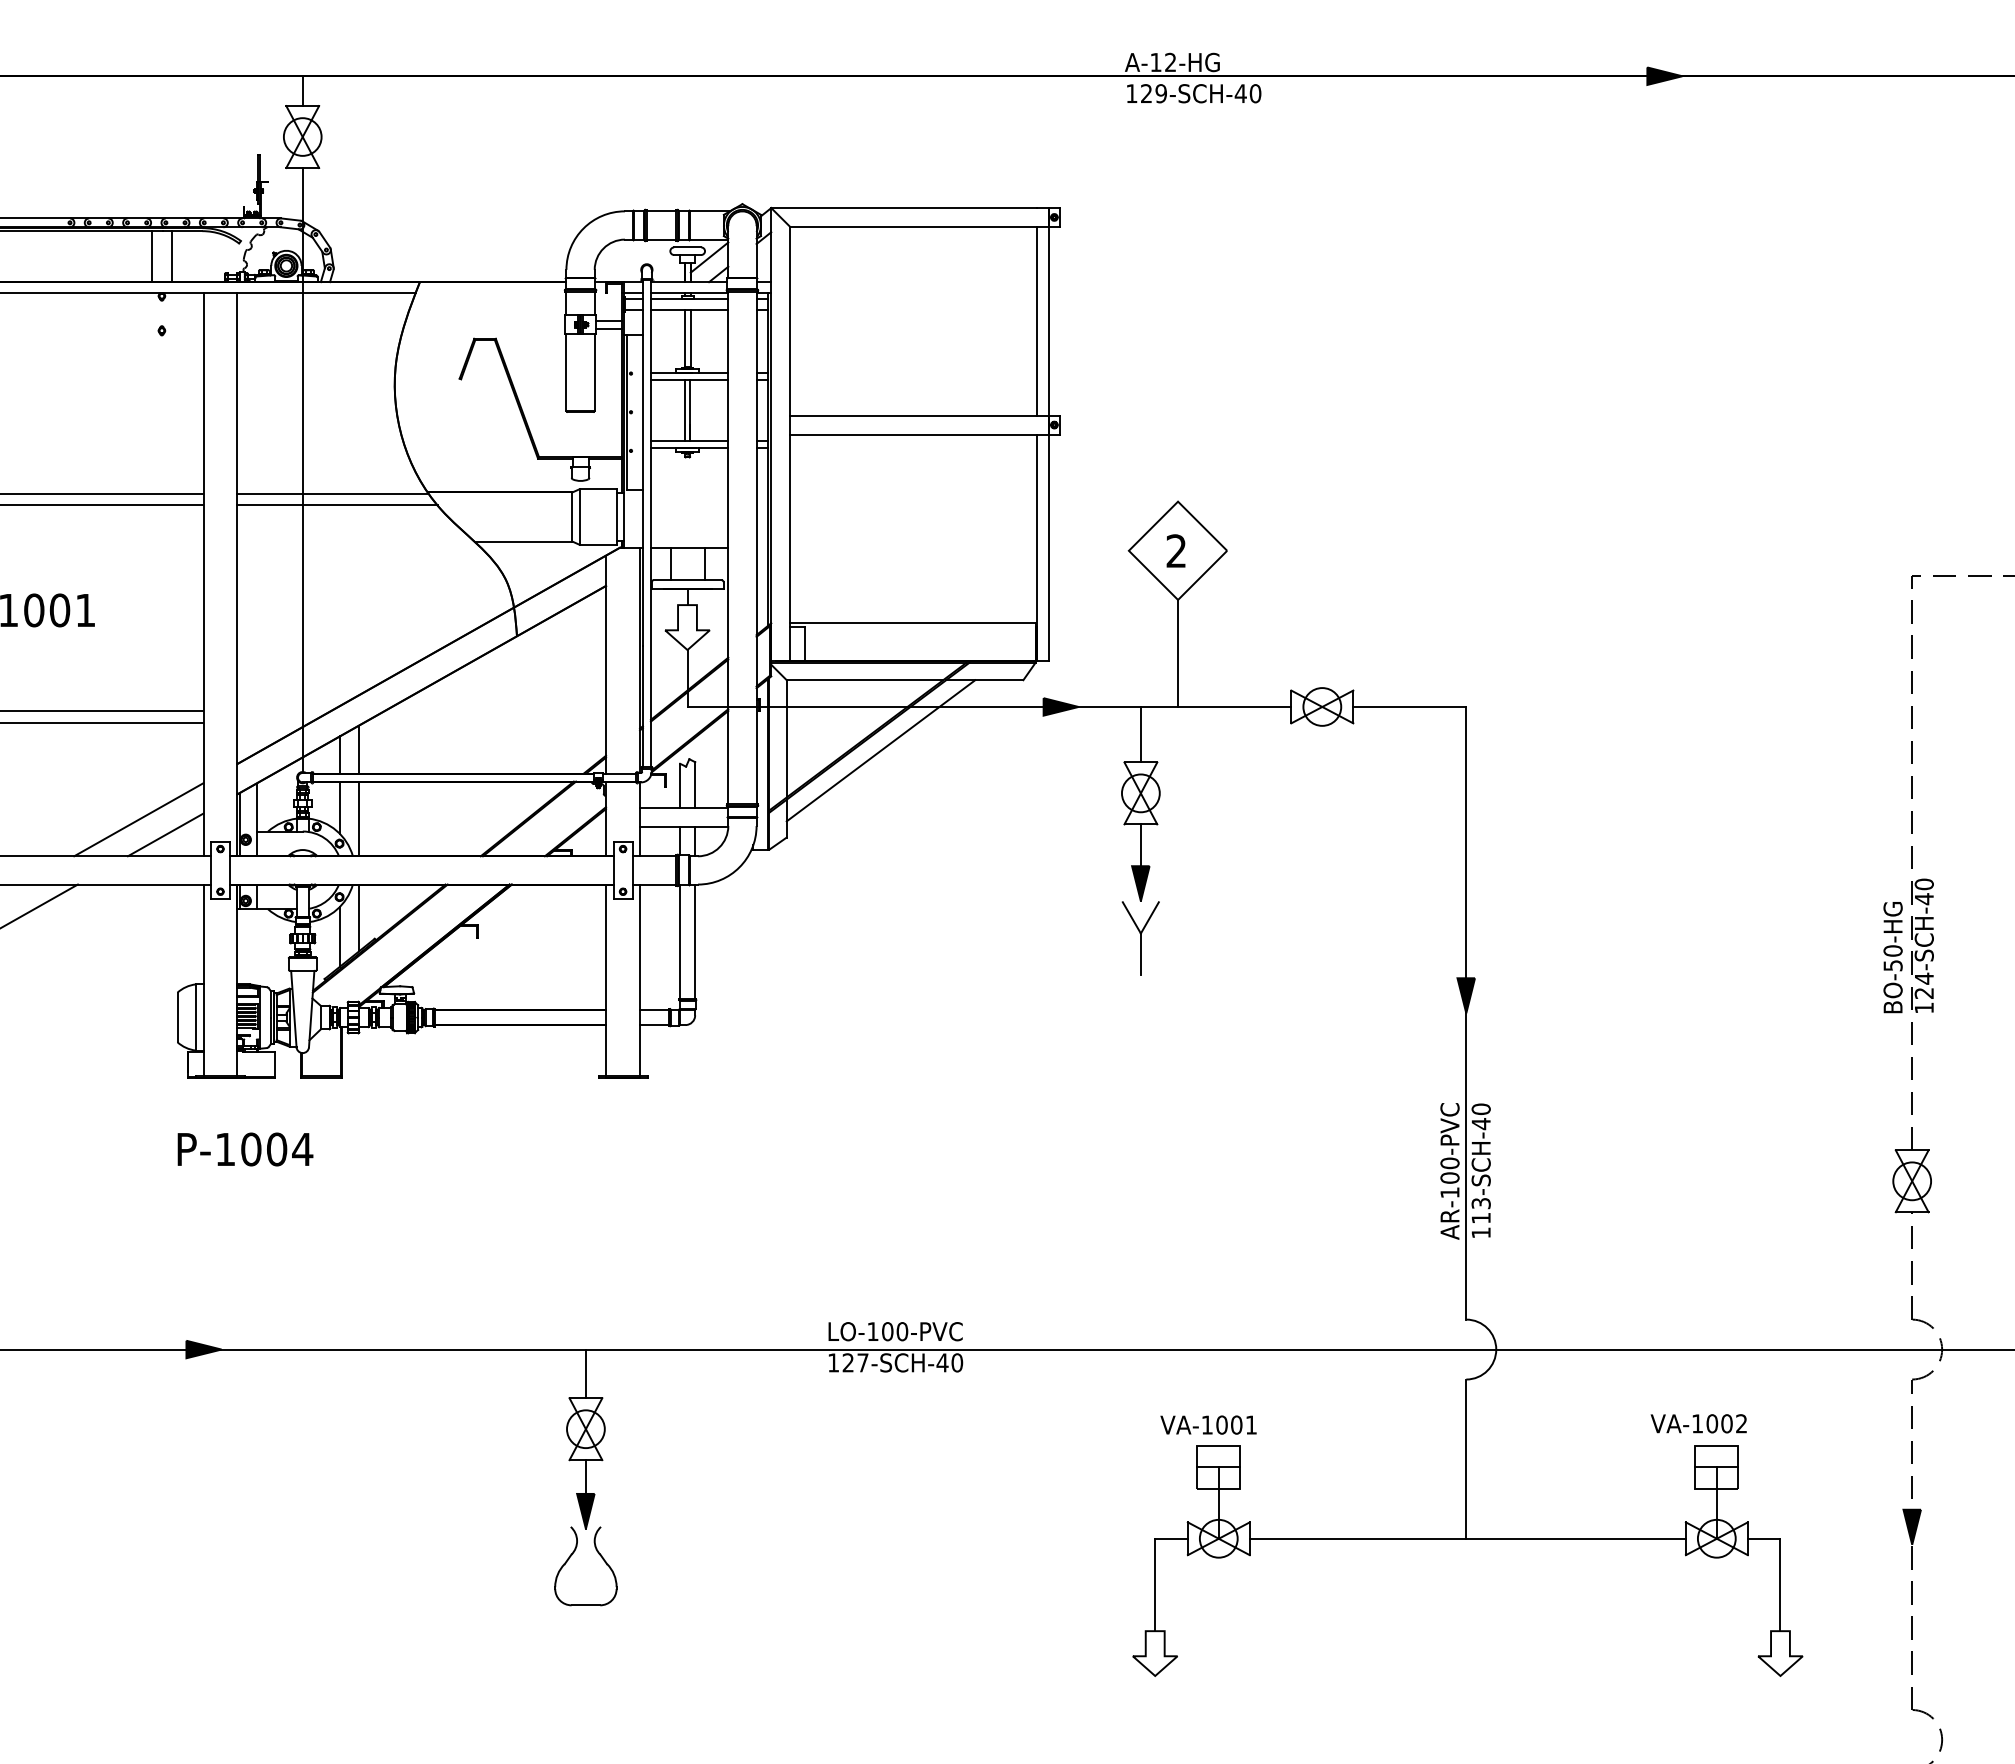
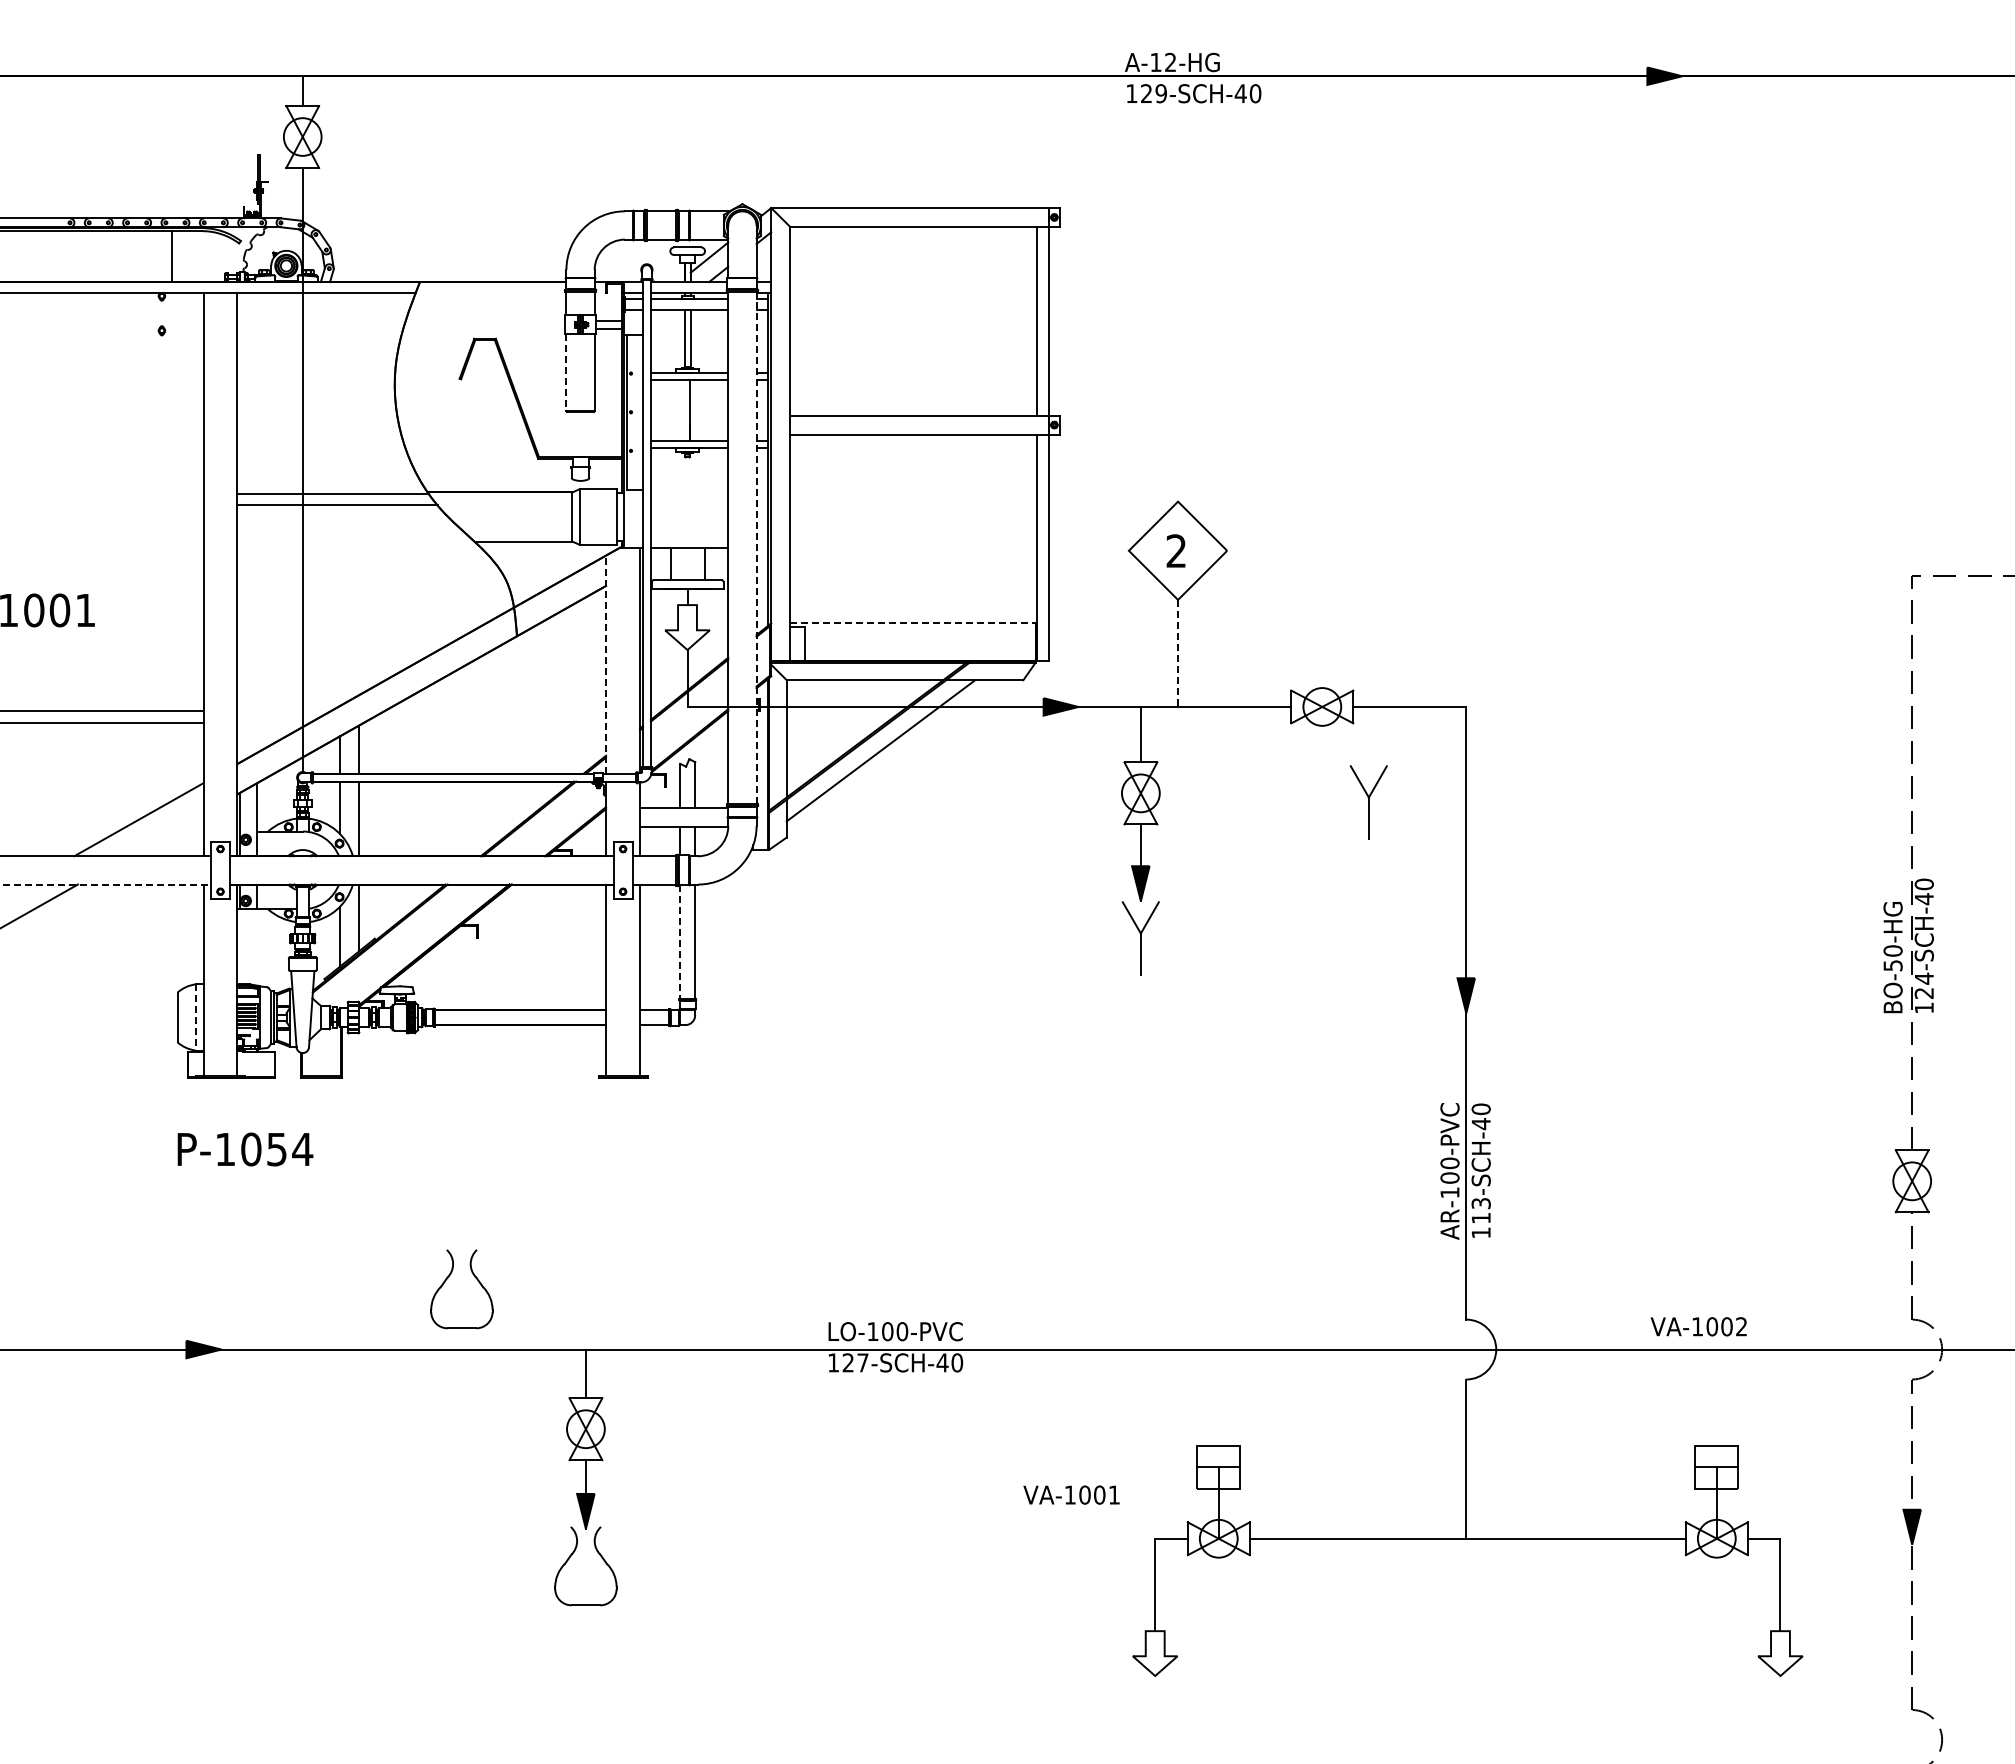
line at (152, 256): present -> none
line at (566, 373): solid -> dashed
line at (685, 410): present -> none
line at (102, 493): present -> none
line at (102, 505): present -> none
line at (756, 547): solid -> dashed
line at (912, 623): solid -> dashed
line at (1178, 653): solid -> dashed
line at (606, 664): solid -> dashed
part at (1368, 802): none -> present
line at (165, 834): present -> none
line at (106, 884): solid -> dashed
line at (680, 942): solid -> dashed
line at (195, 1017): solid -> dashed
text at (277, 1149): P-1004 -> P-1054
part at (448, 1278): none -> present
text at (1698, 1423) position: (1698, 1423) -> (1698, 1326)
text at (1208, 1424) position: (1208, 1424) -> (1071, 1494)
